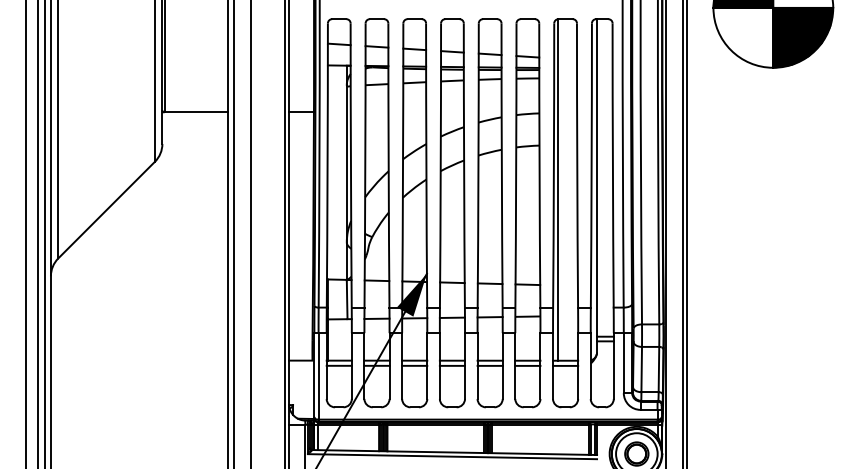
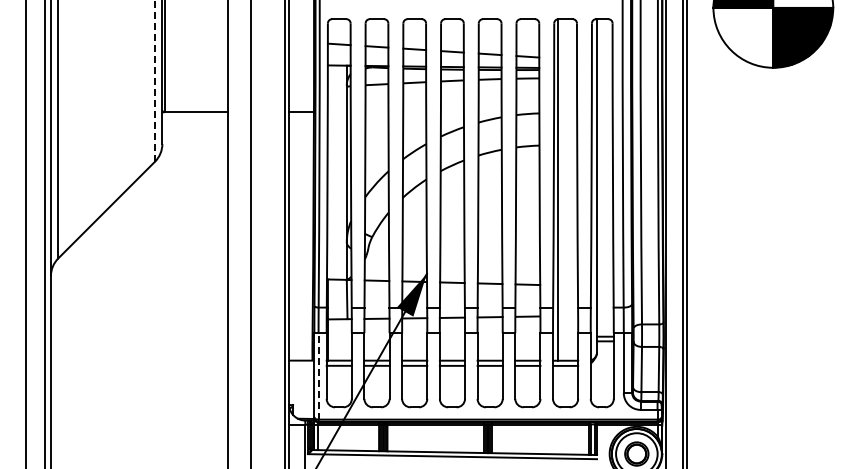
line at (155, 80): solid -> dashed
line at (38, 233): present -> none
line at (234, 233): present -> none
line at (318, 375): solid -> dashed
